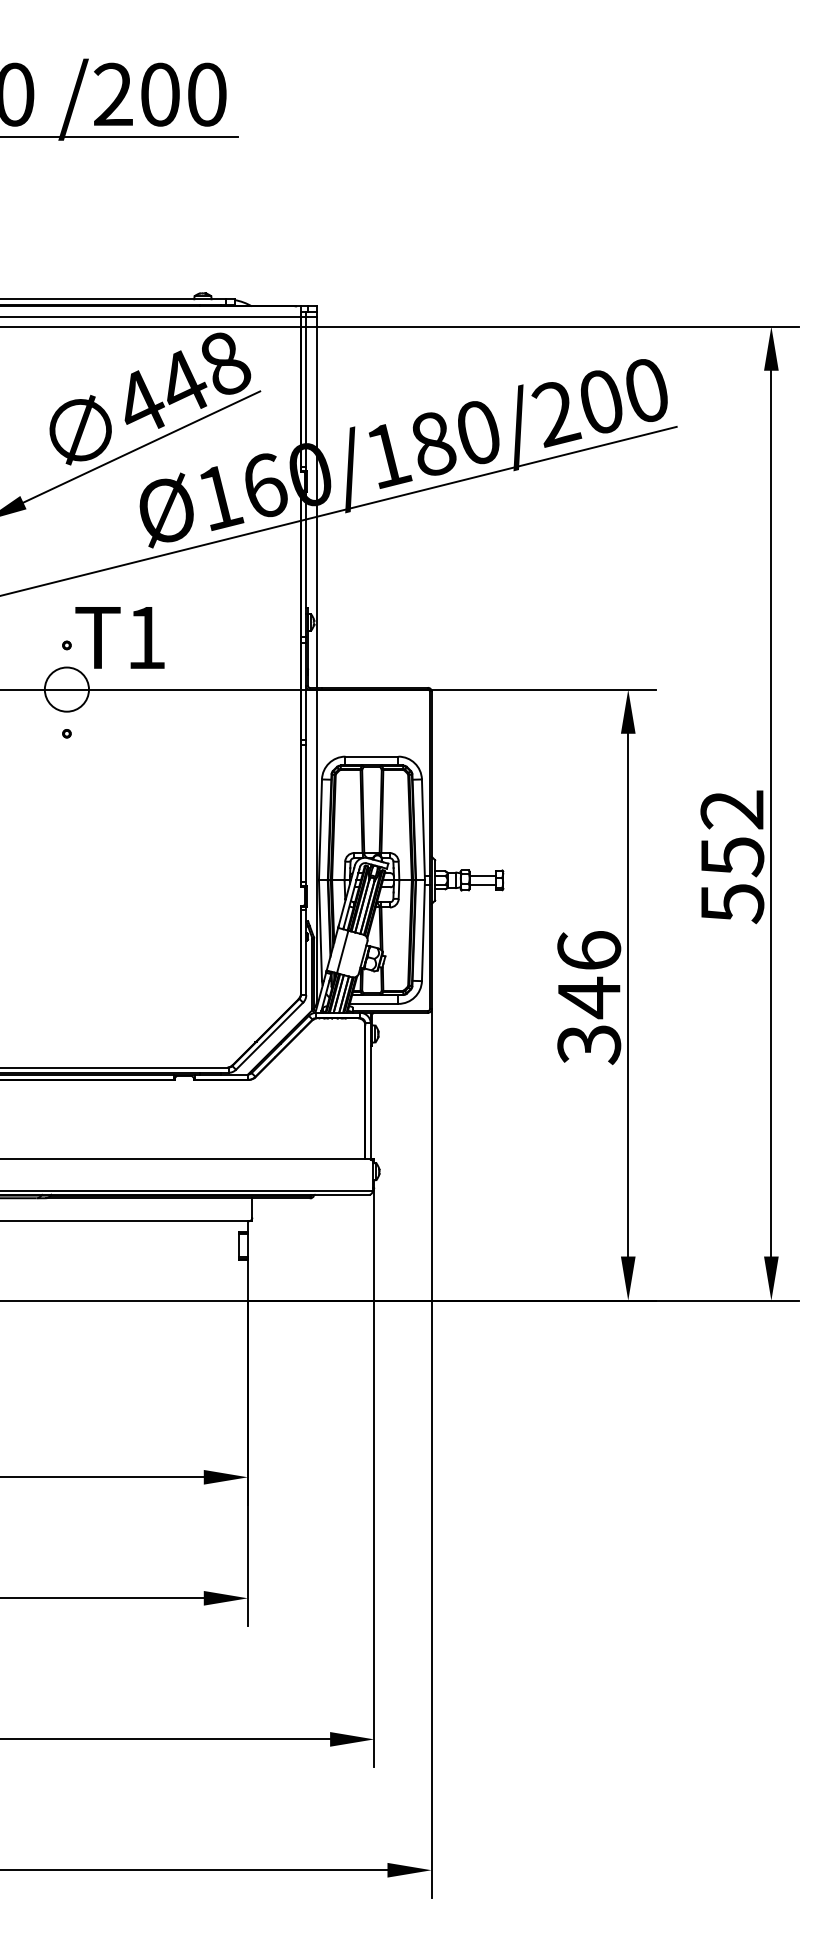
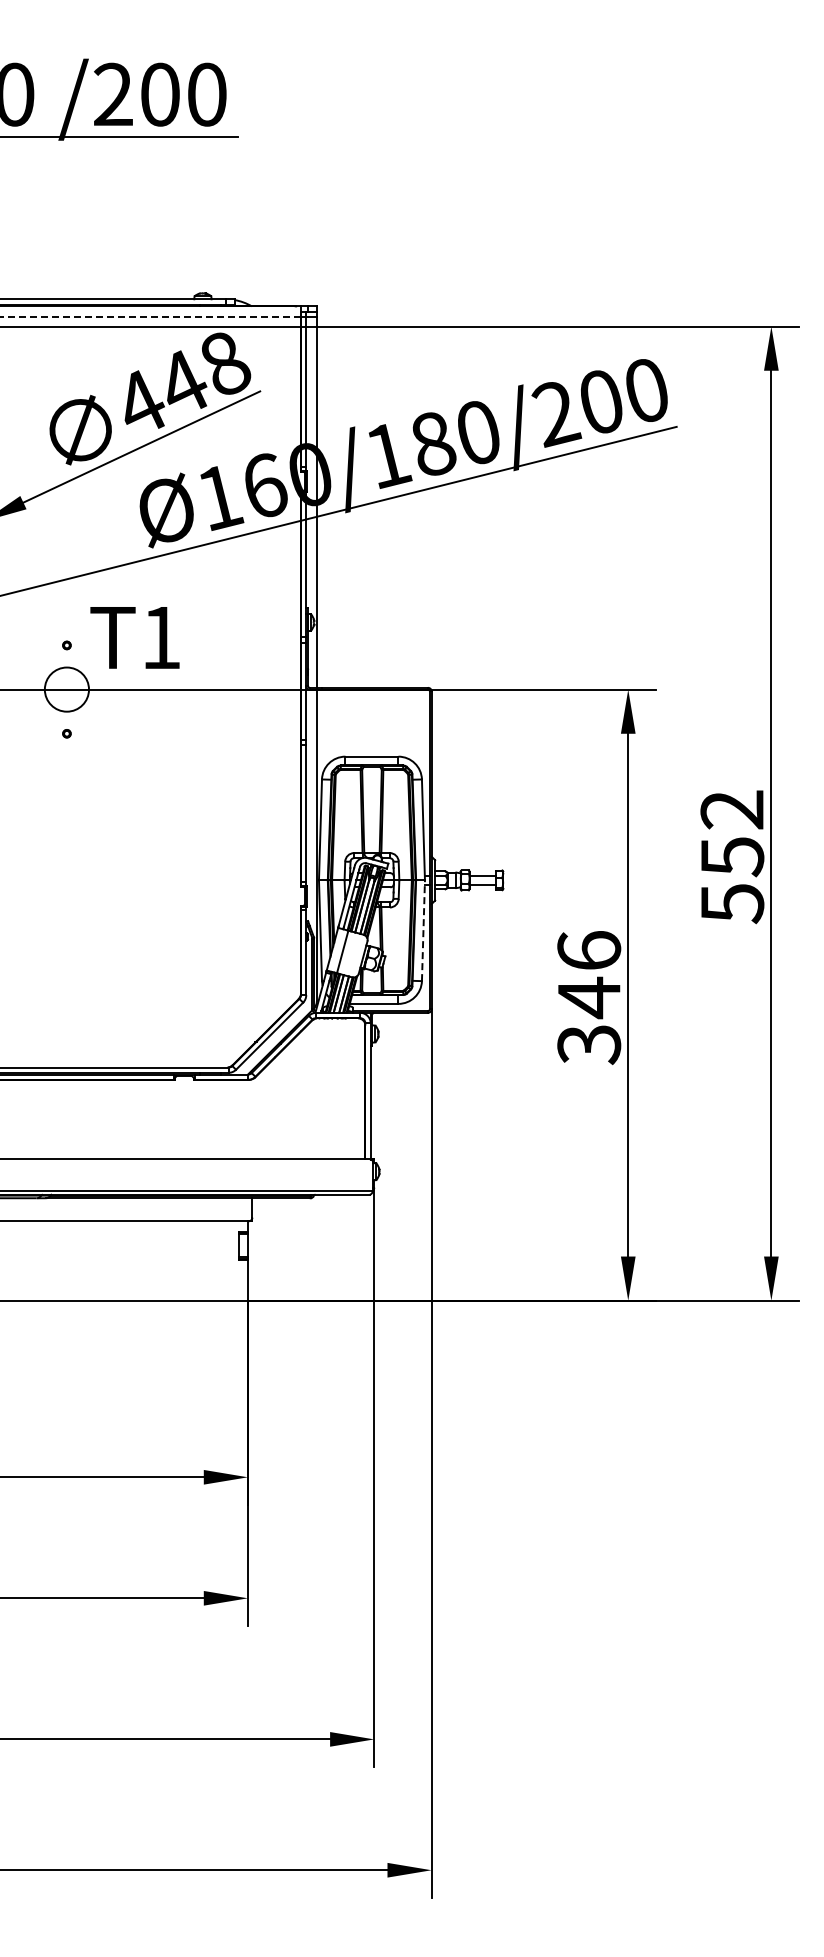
line at (150, 316): solid -> dashed
text at (119, 637) position: (119, 637) -> (134, 637)
line at (423, 930): solid -> dashed
